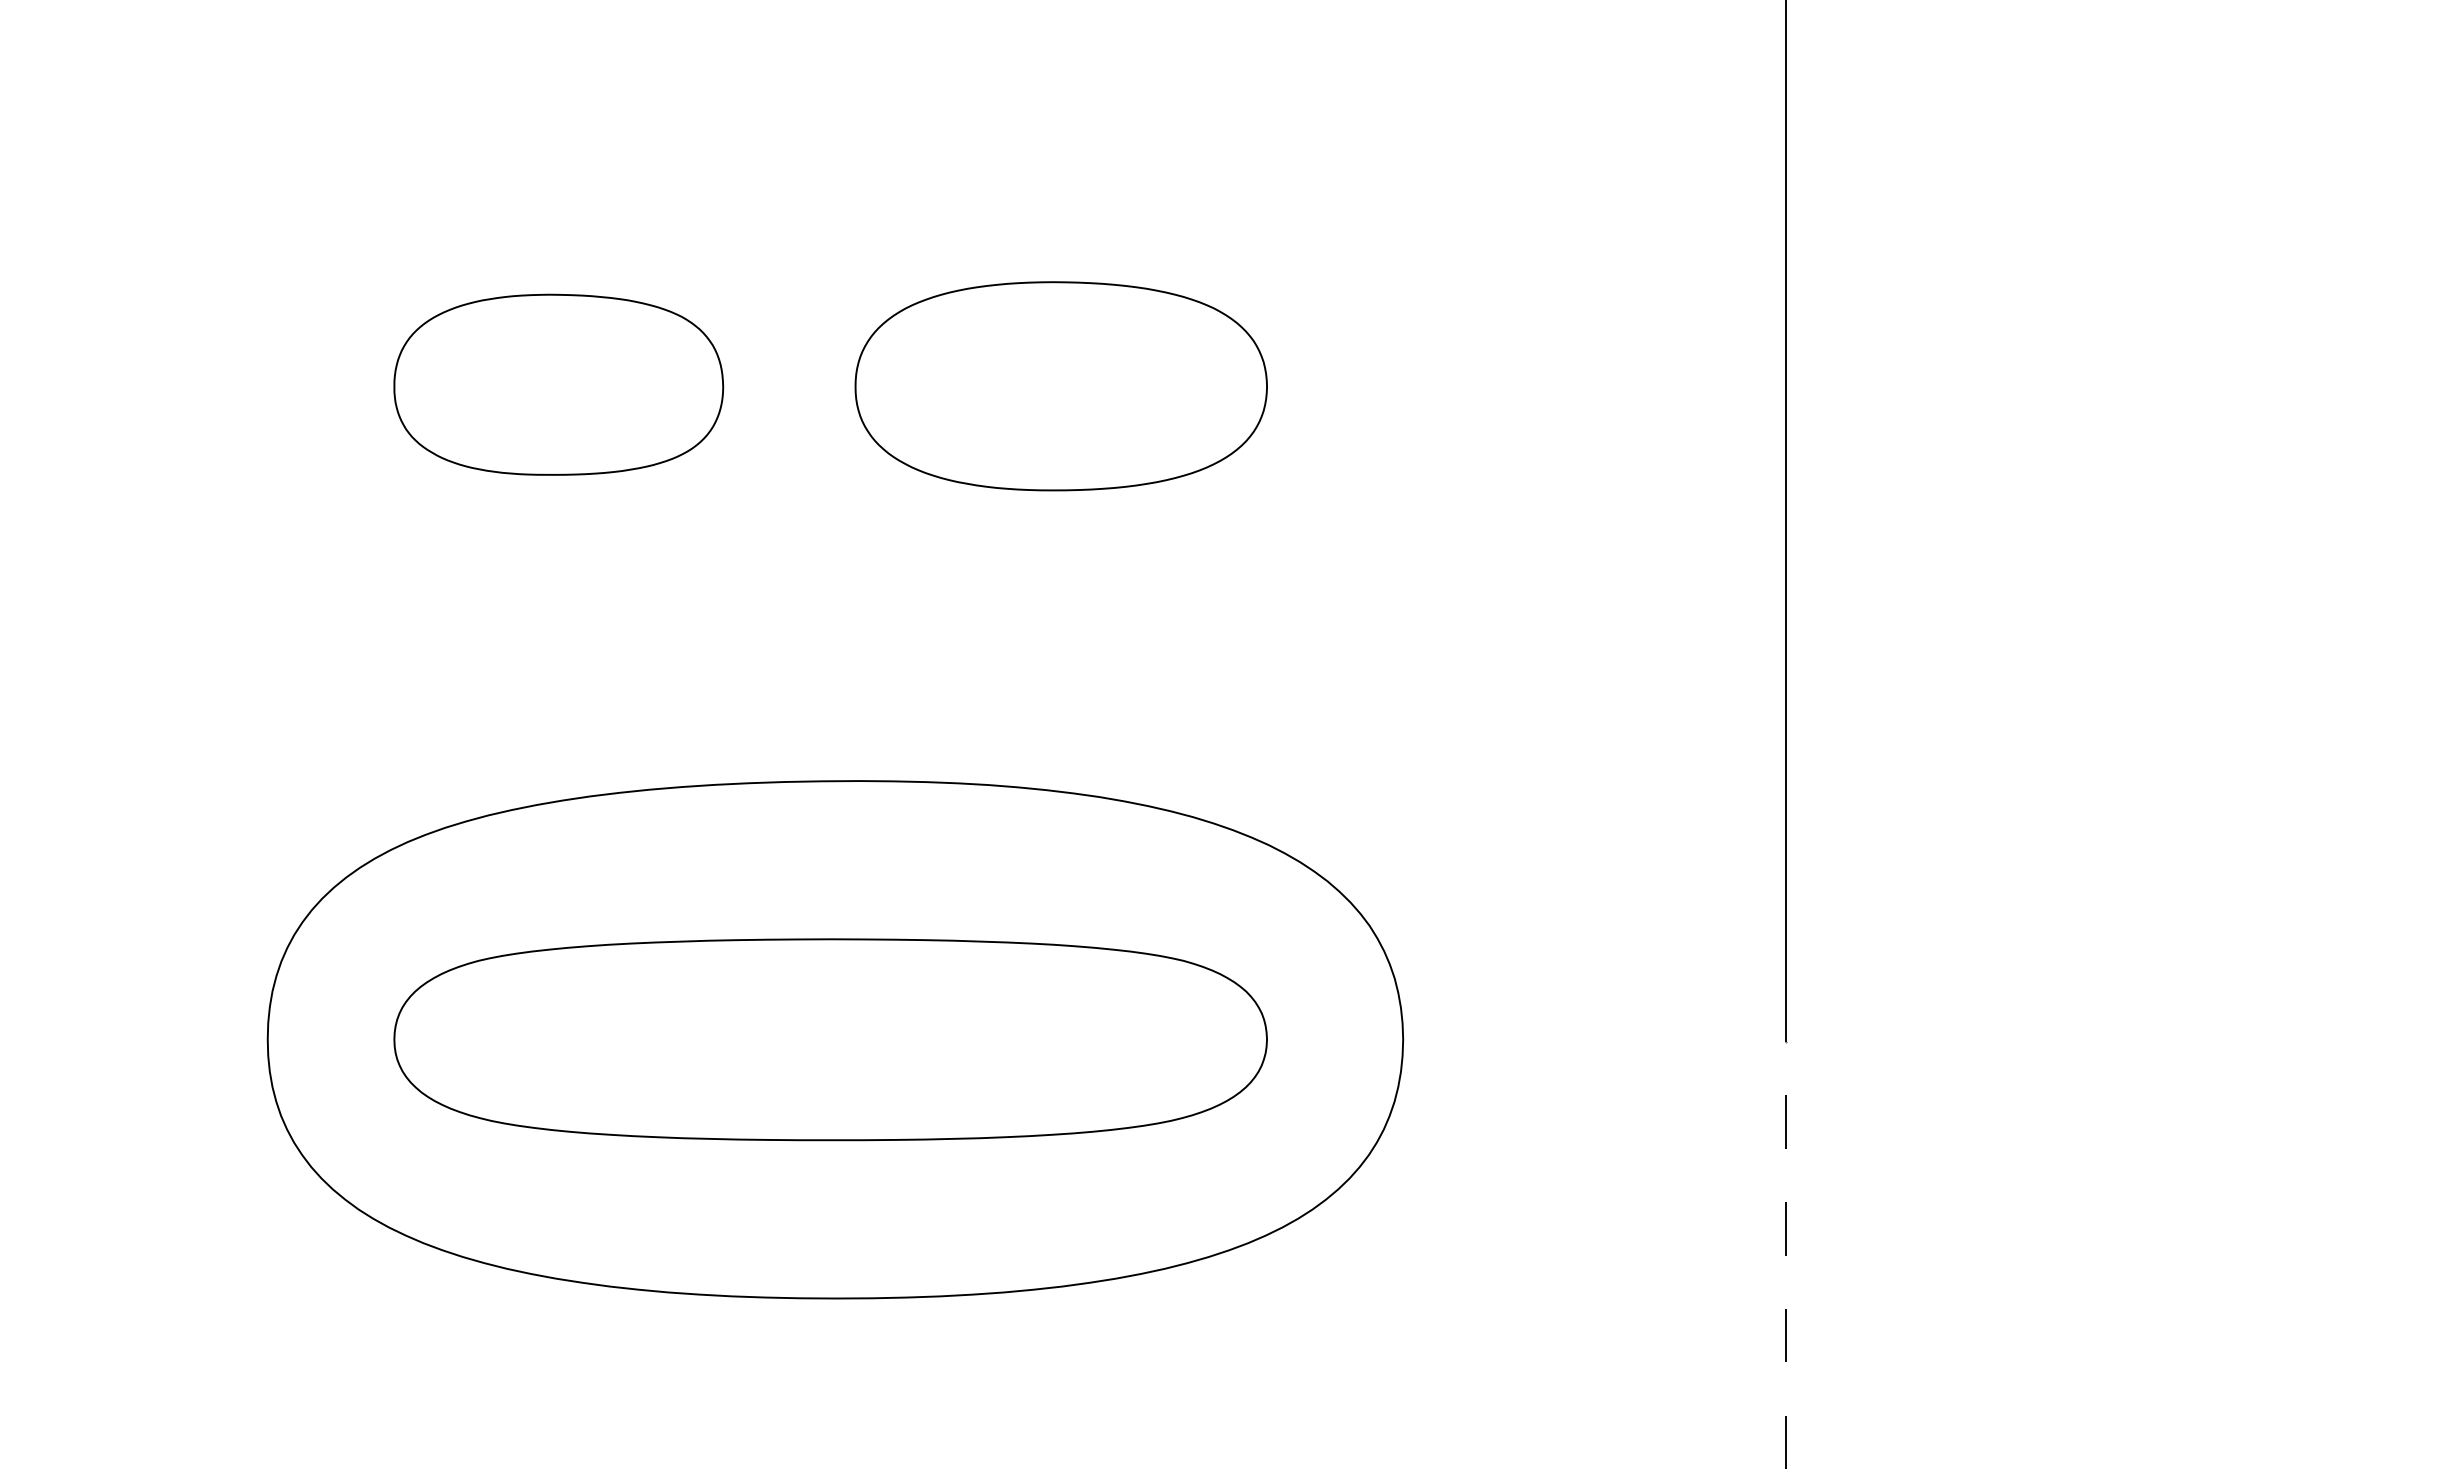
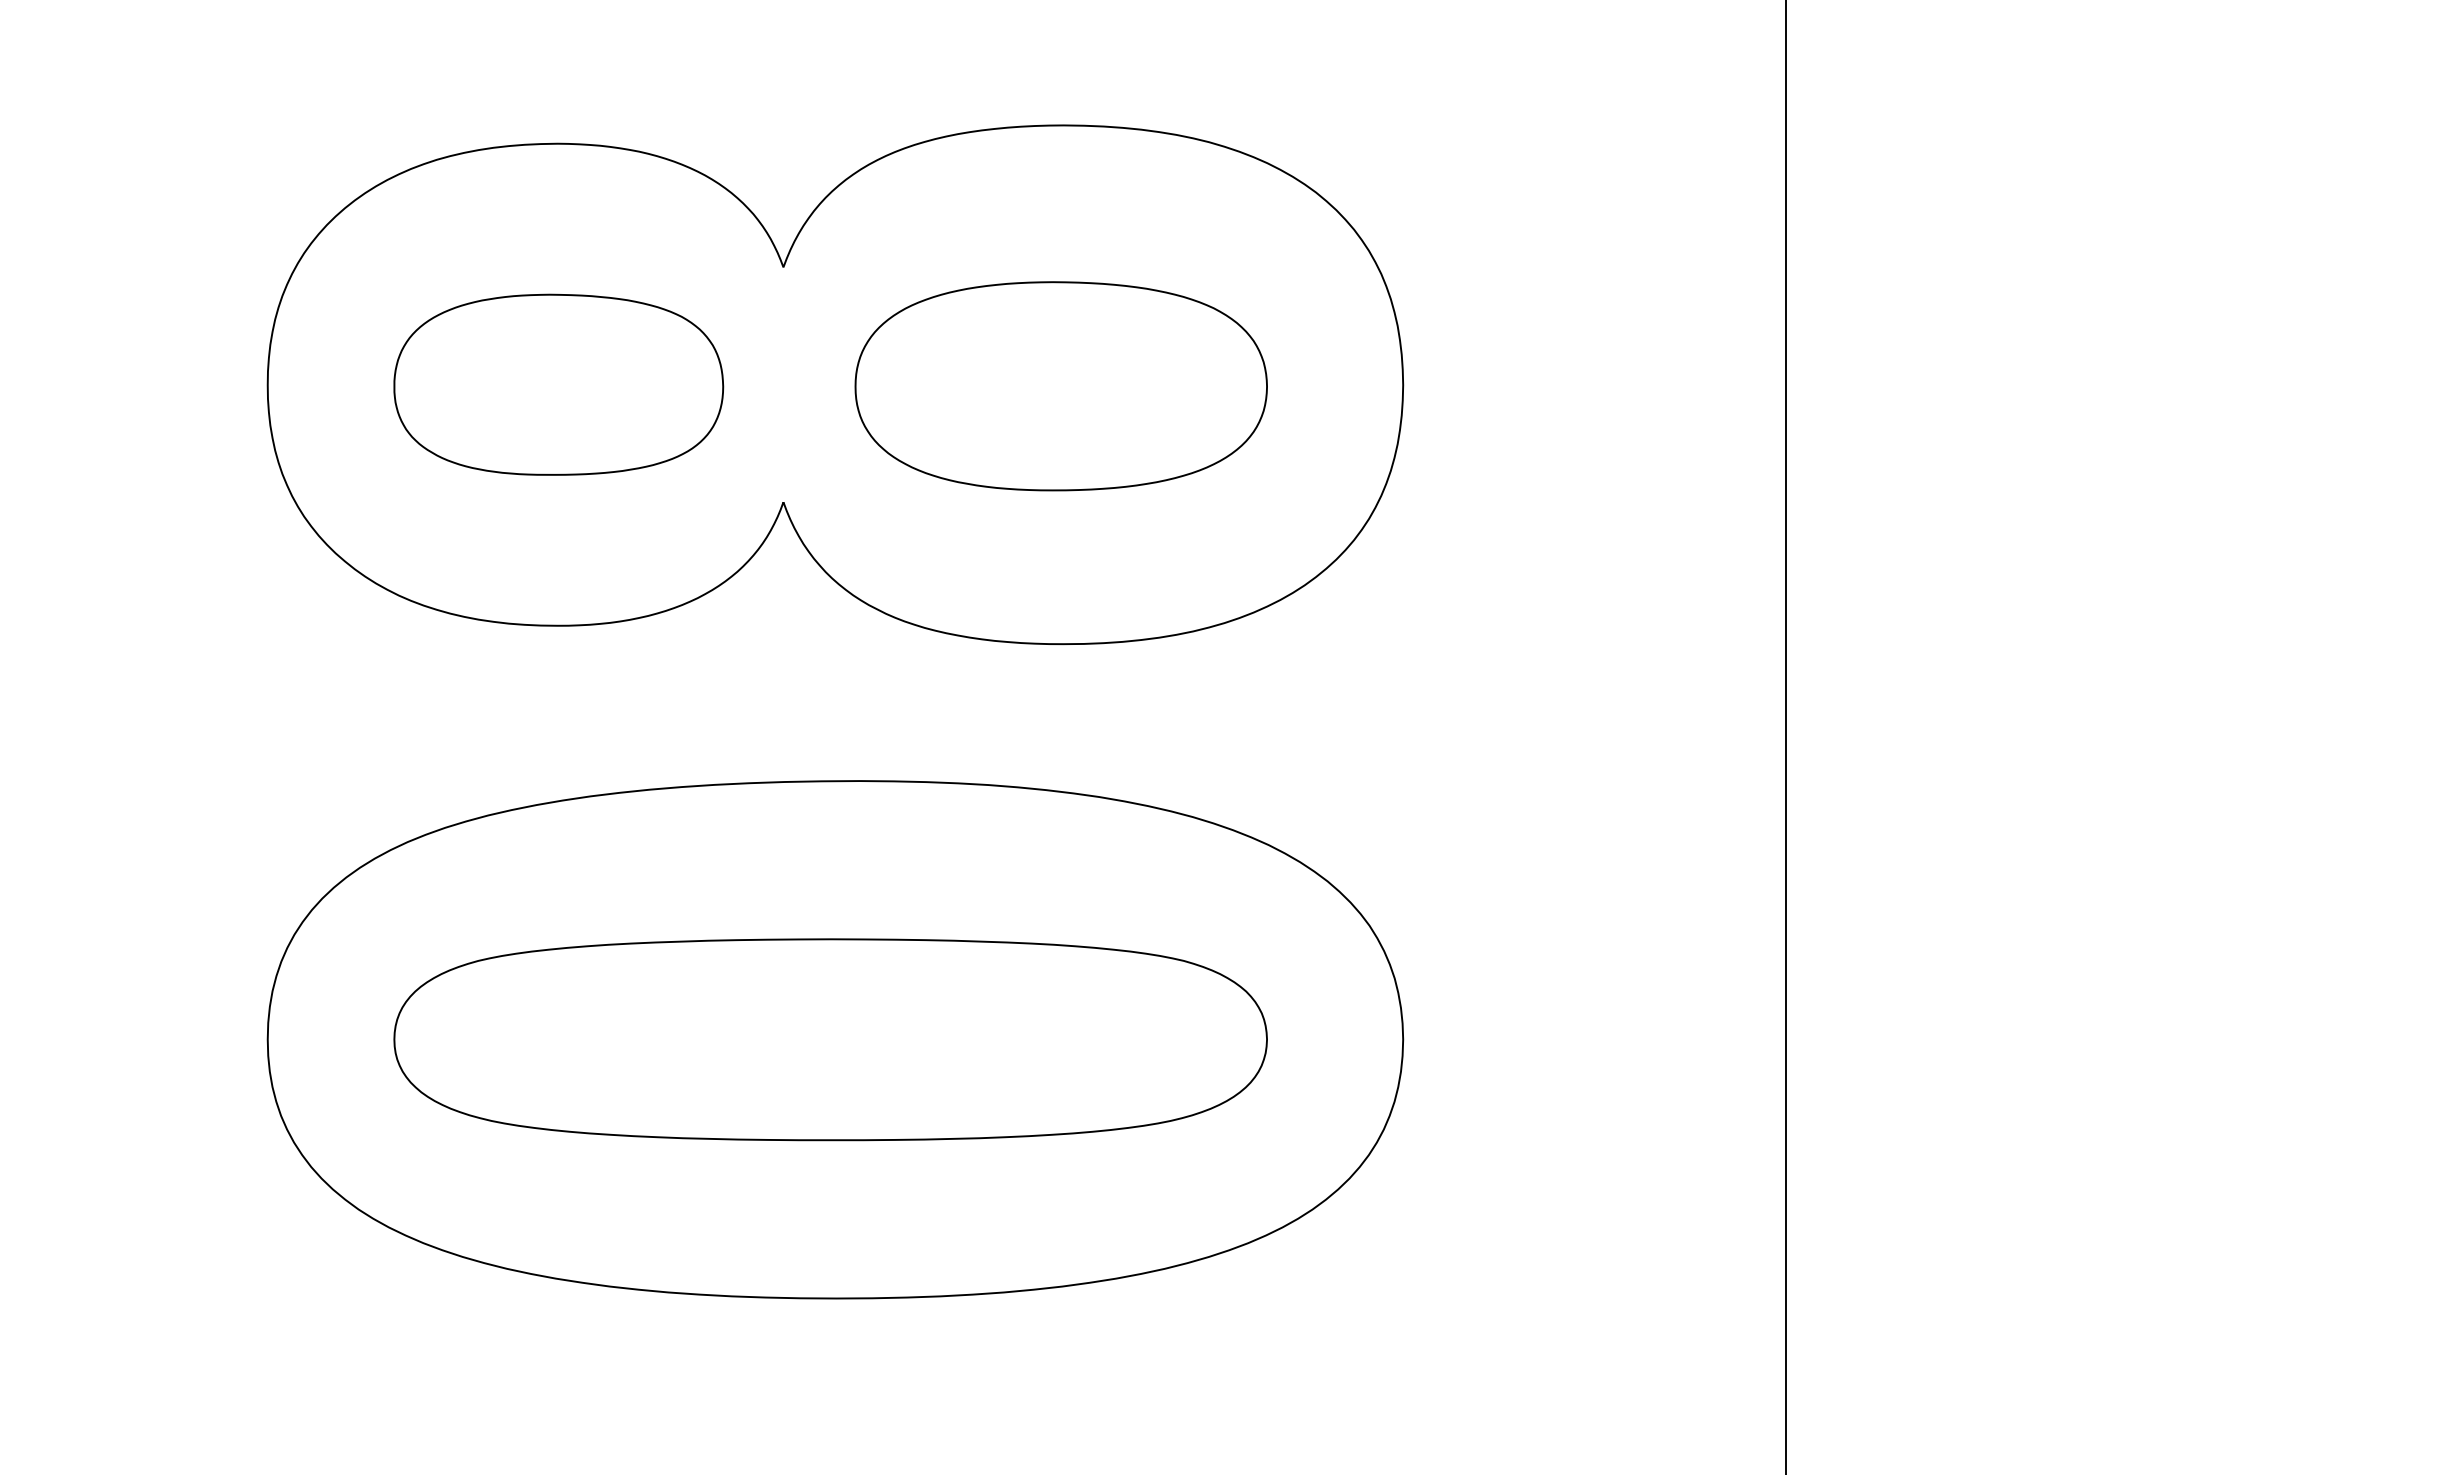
part at (835, 384): none -> present
line at (1785, 1257): dashed -> solid
